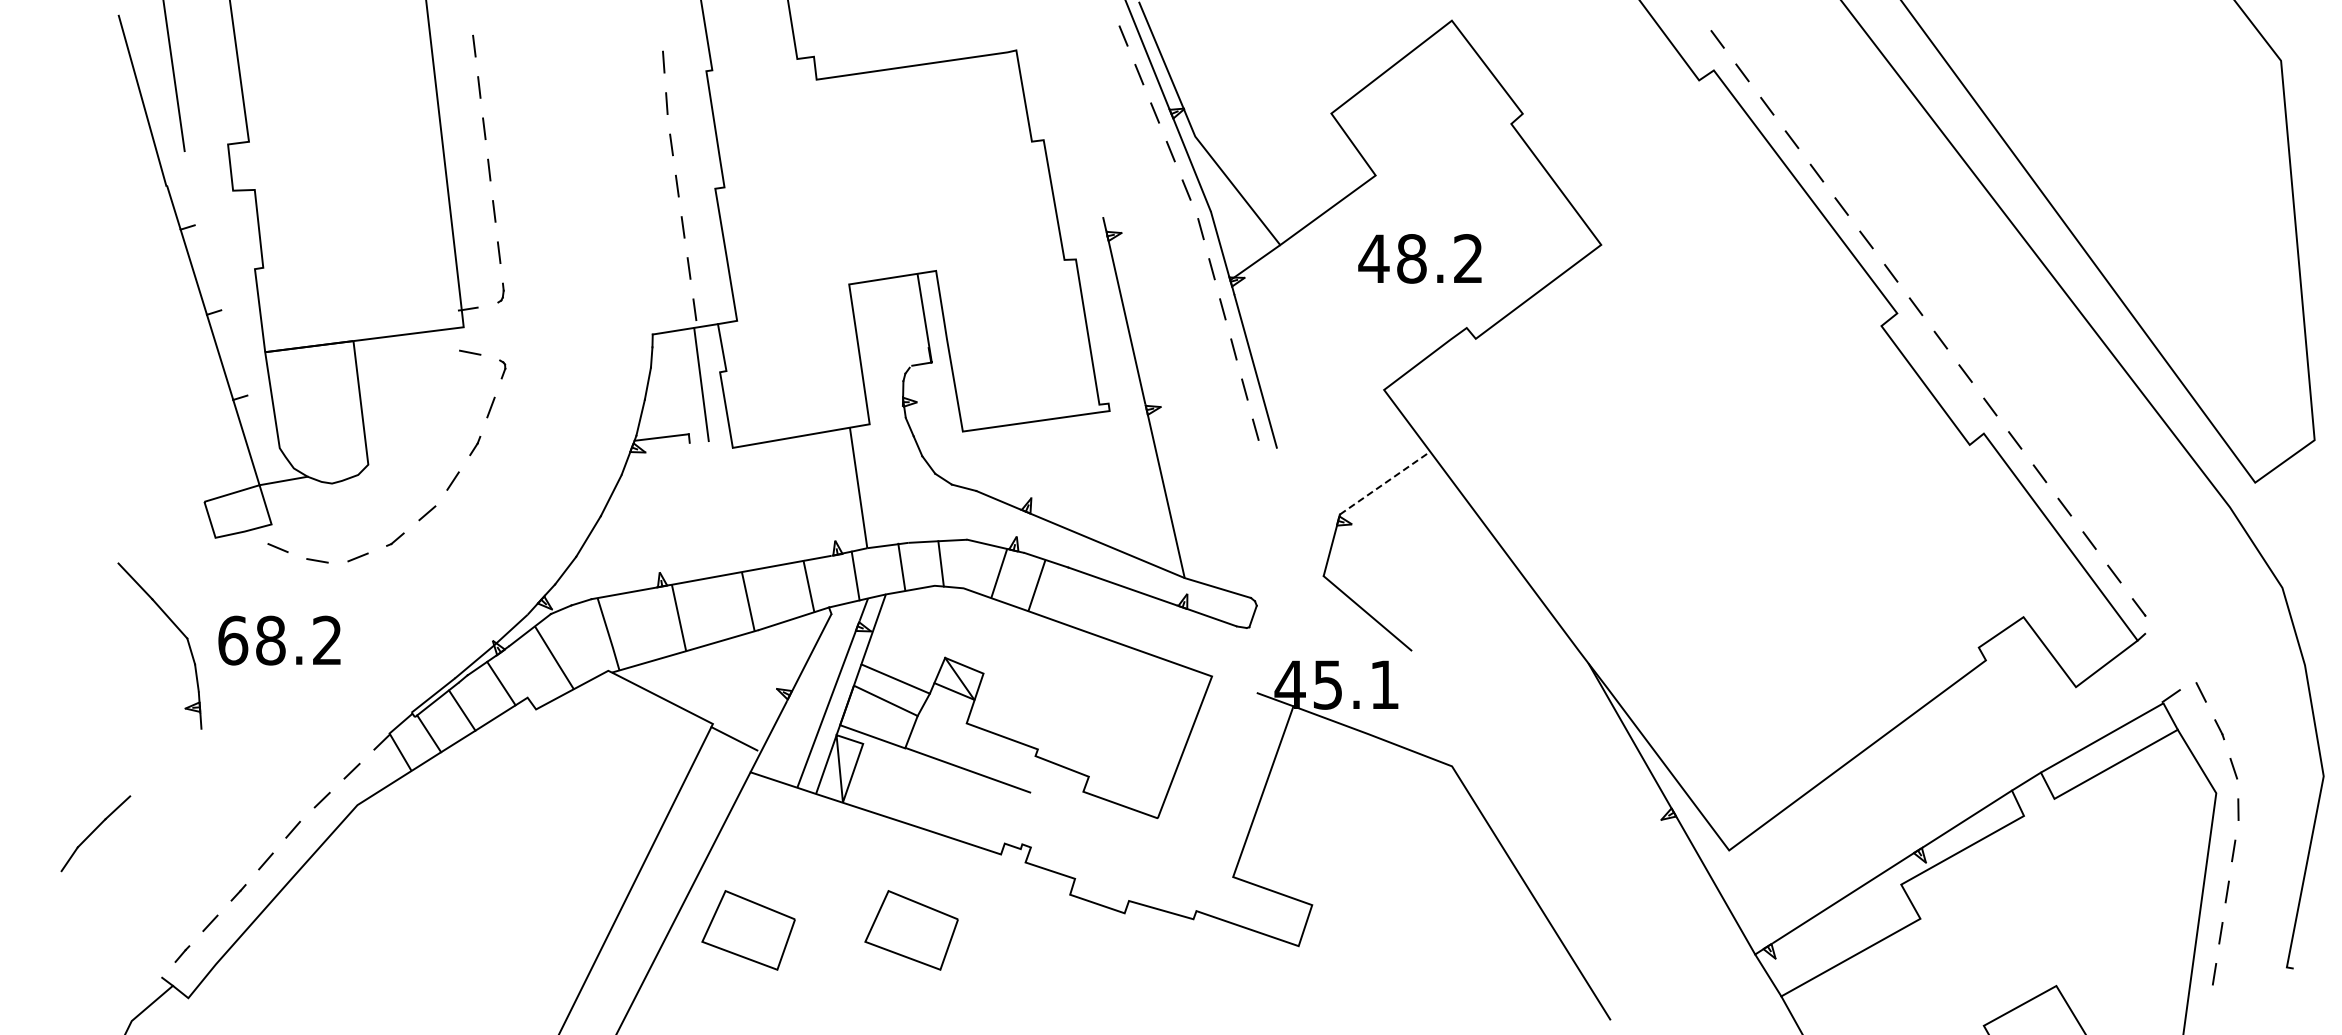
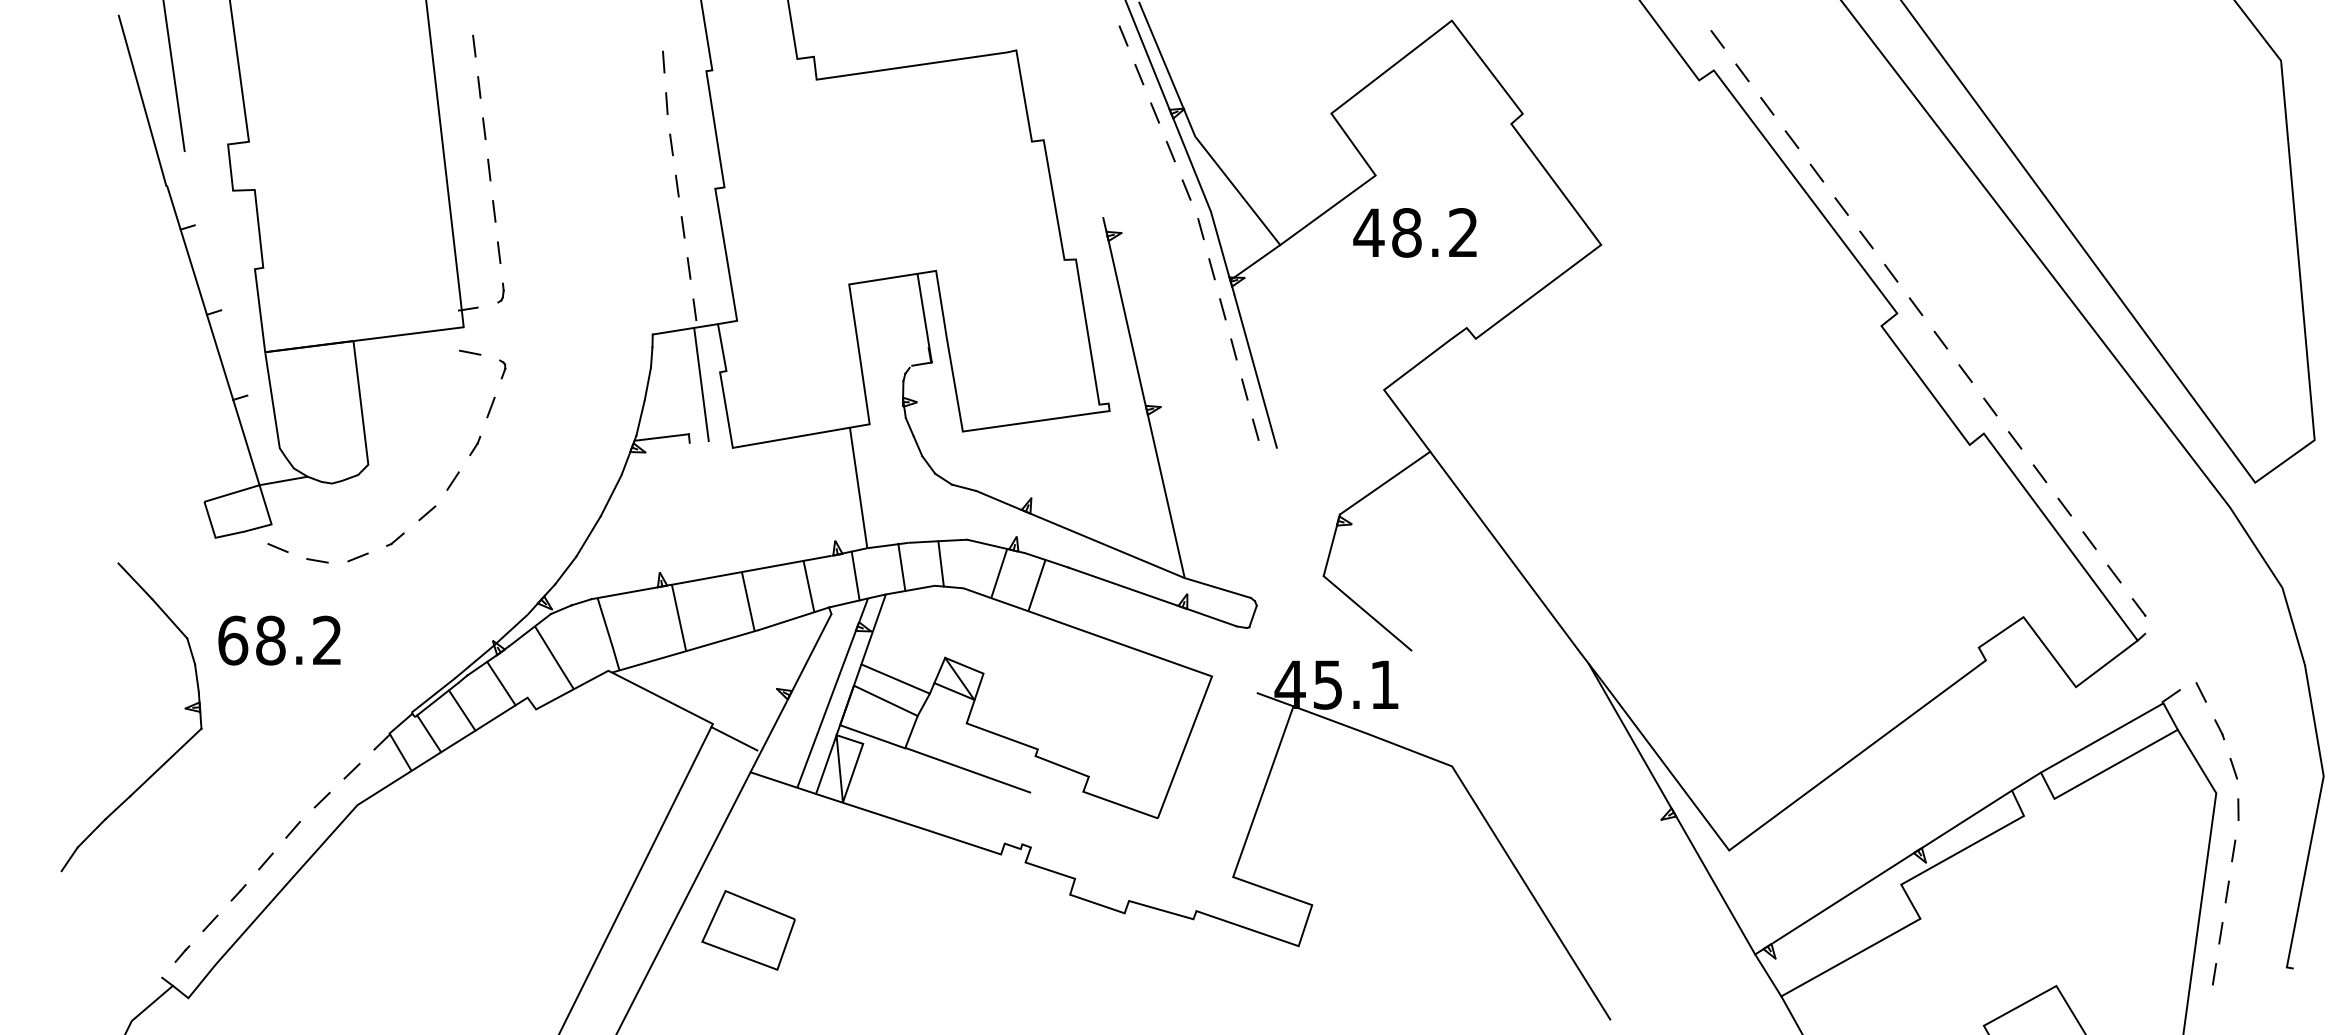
text at (1419, 258) position: (1419, 258) -> (1414, 232)
line at (1385, 483): dashed -> solid
line at (165, 762): none -> present
part at (911, 930): present -> none
